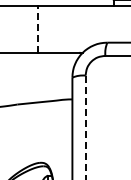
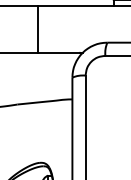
line at (37, 28): dashed -> solid
line at (85, 127): dashed -> solid
